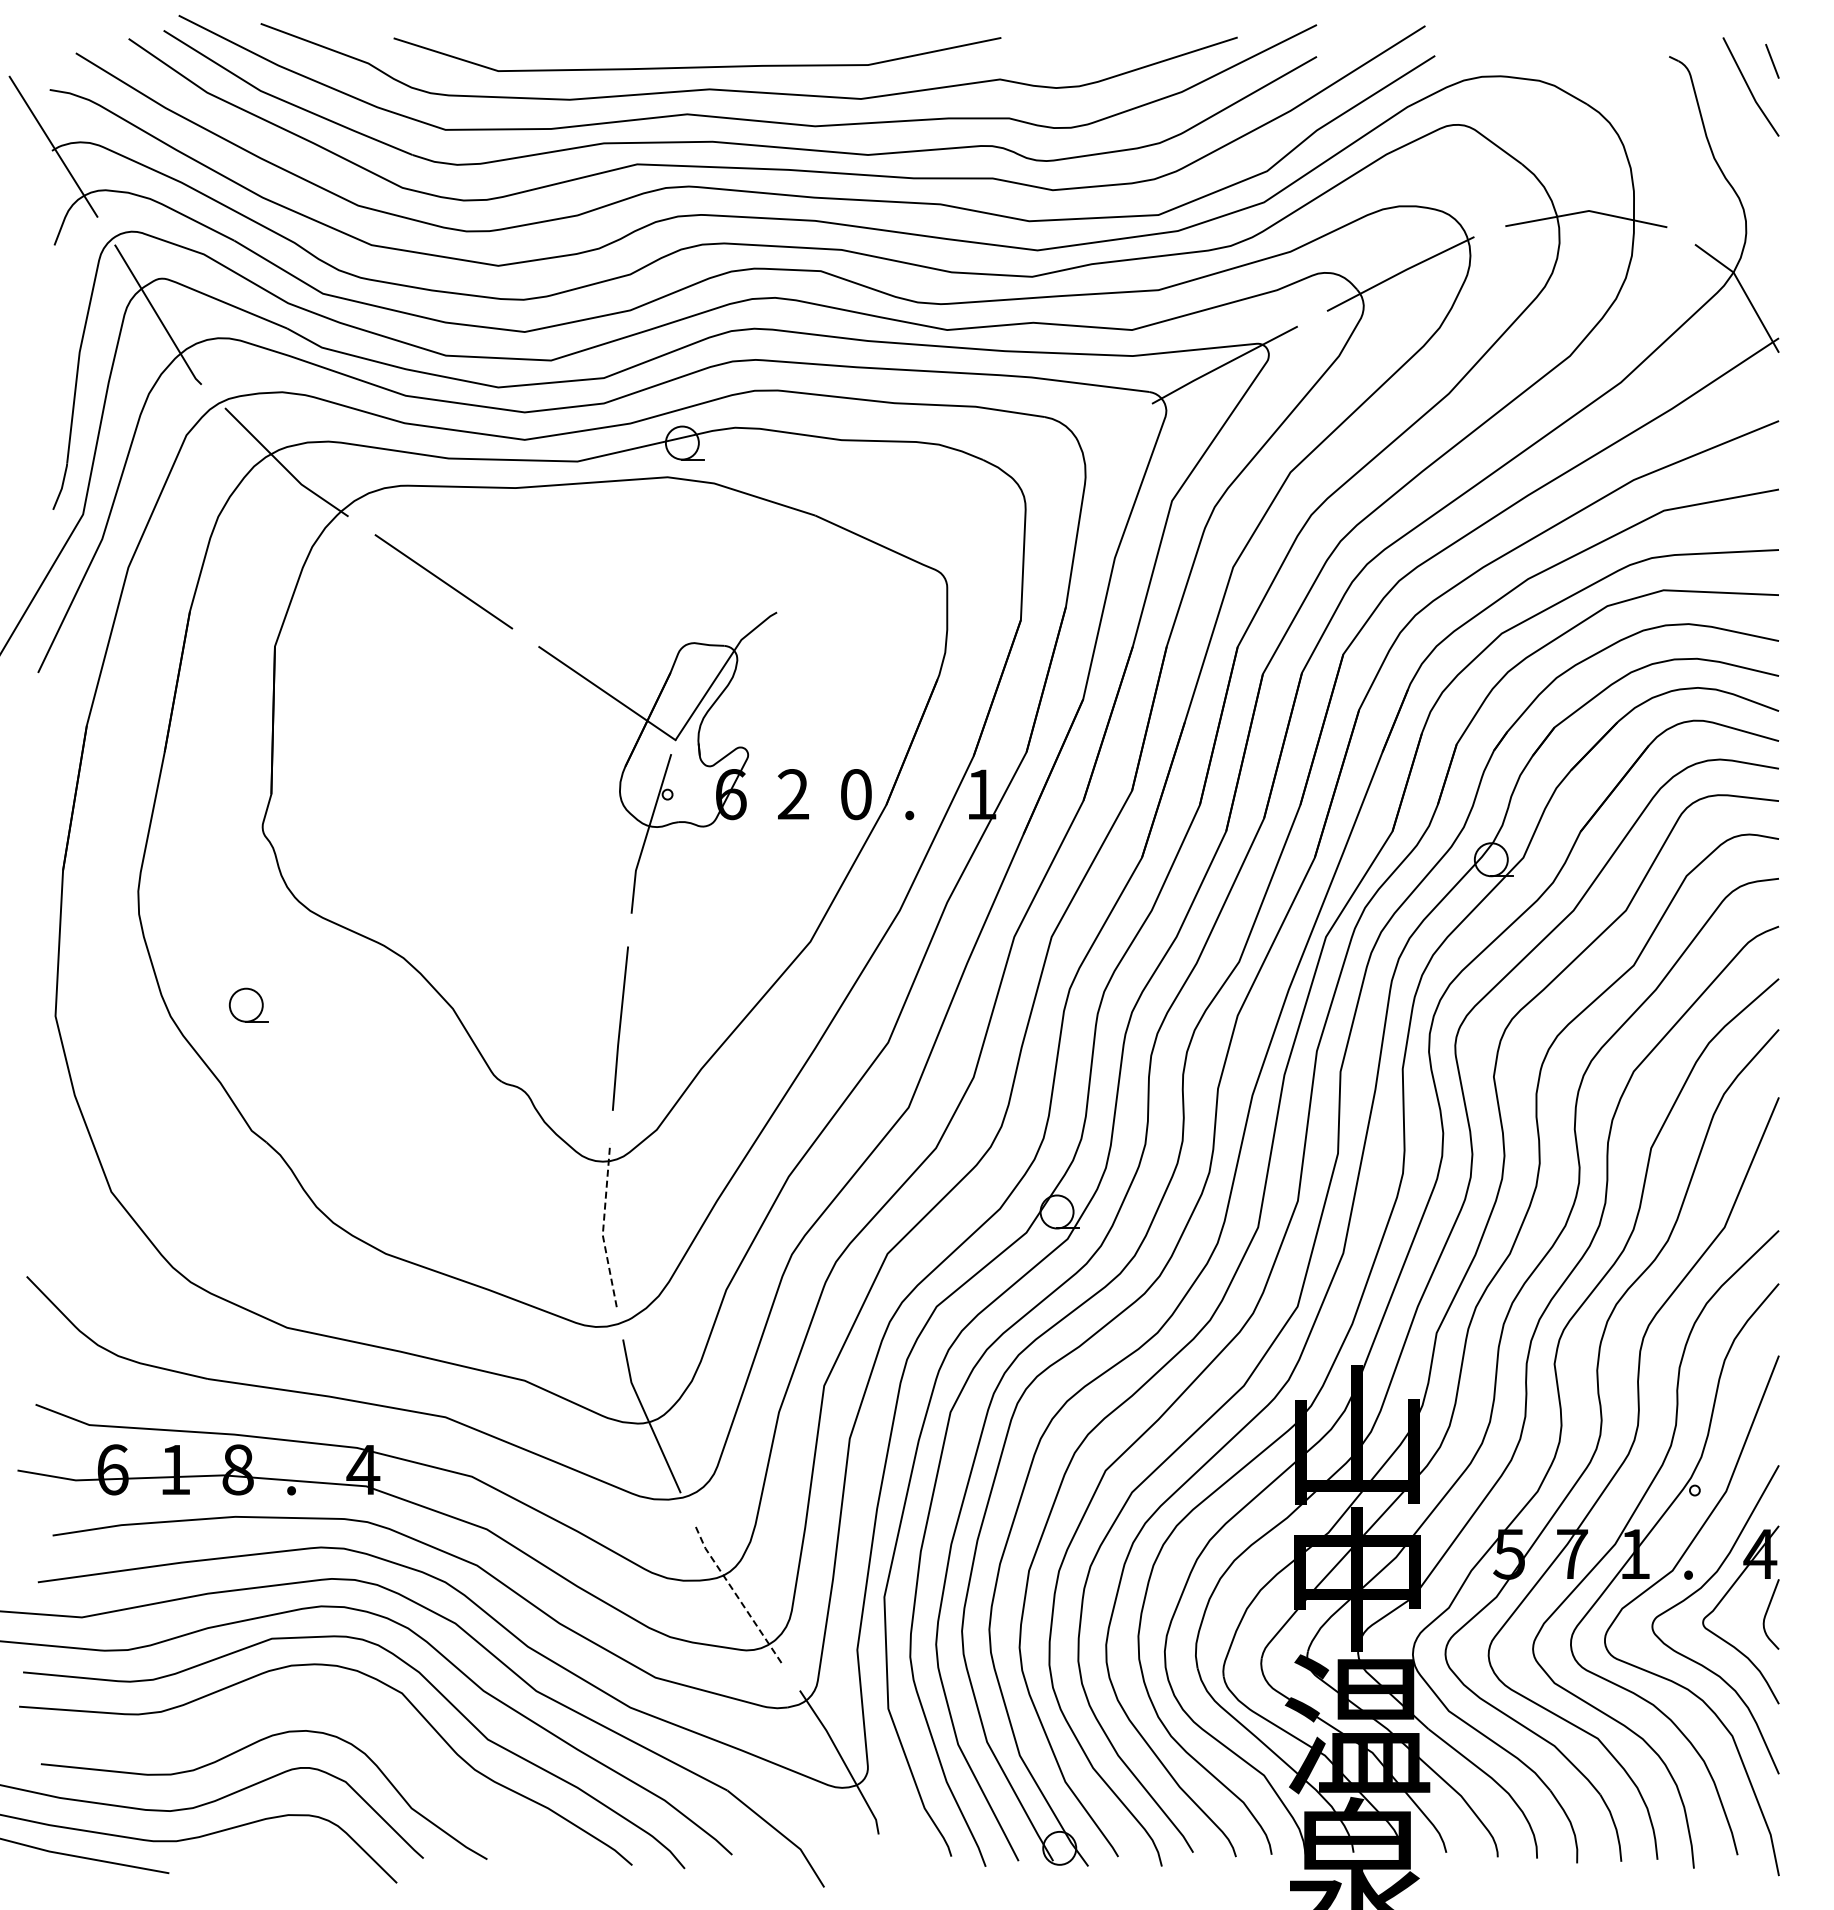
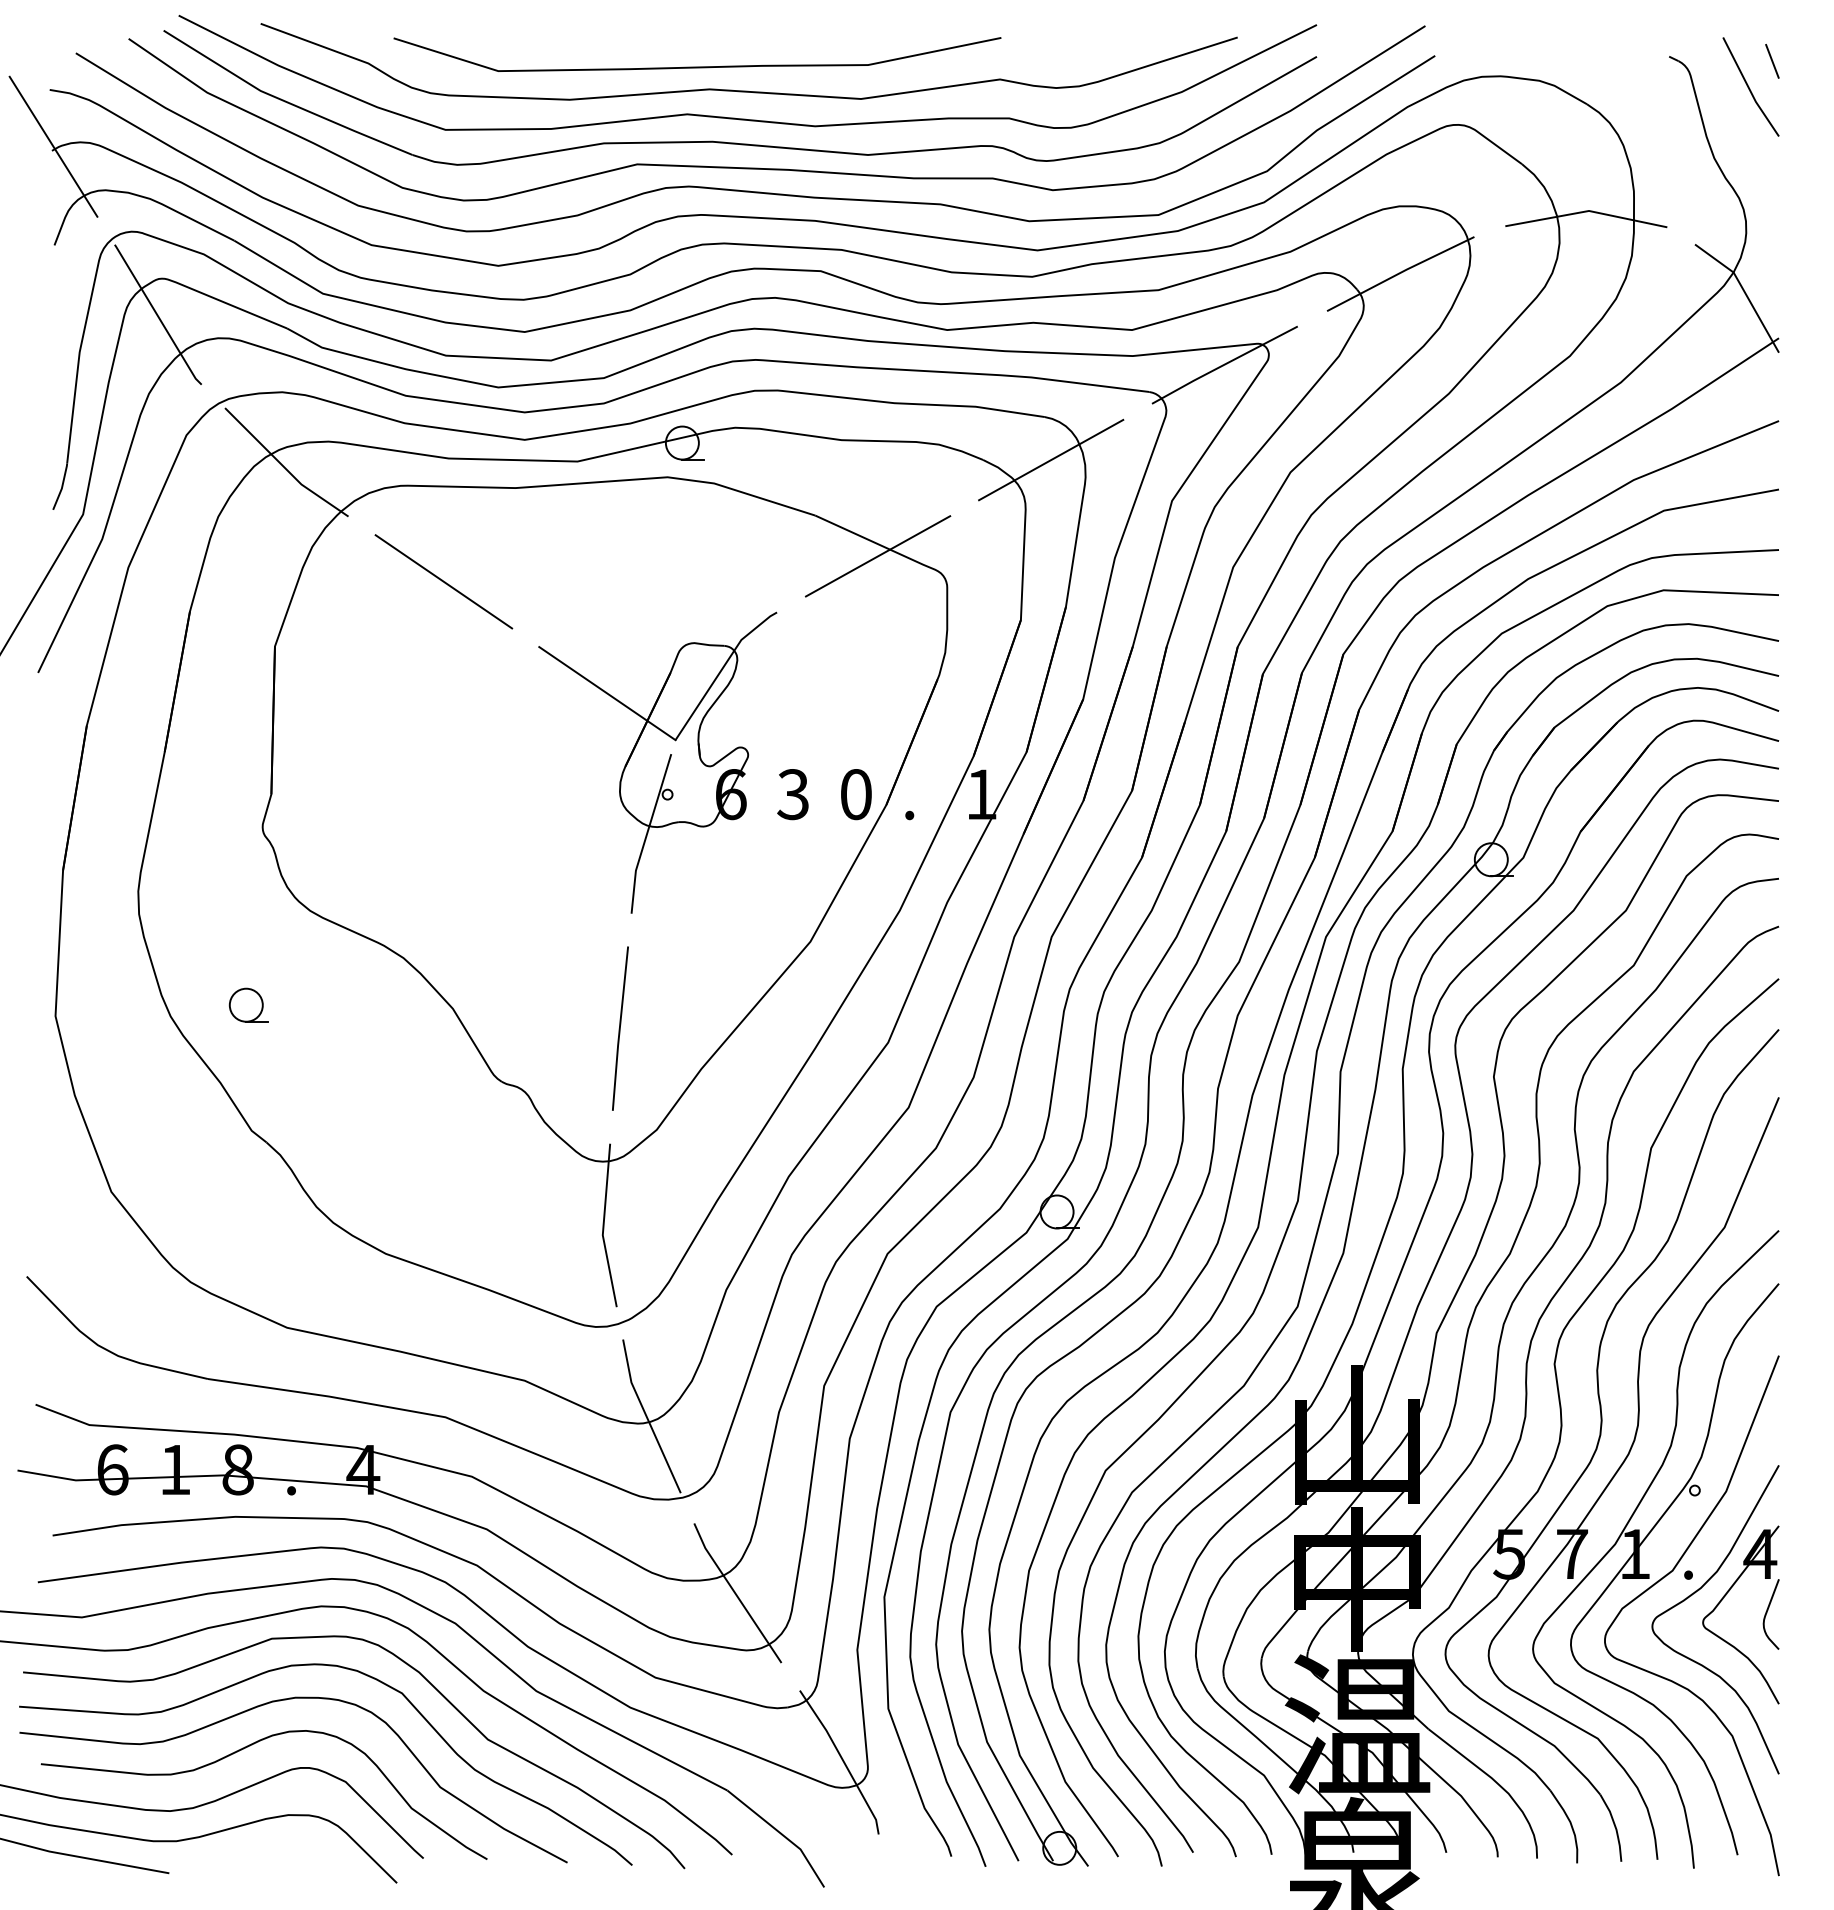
line at (1051, 459): none -> present
line at (877, 556): none -> present
text at (792, 794): 2 -> 3
line at (603, 1226): dashed -> solid
line at (735, 1593): dashed -> solid
curve at (280, 1701): none -> present
